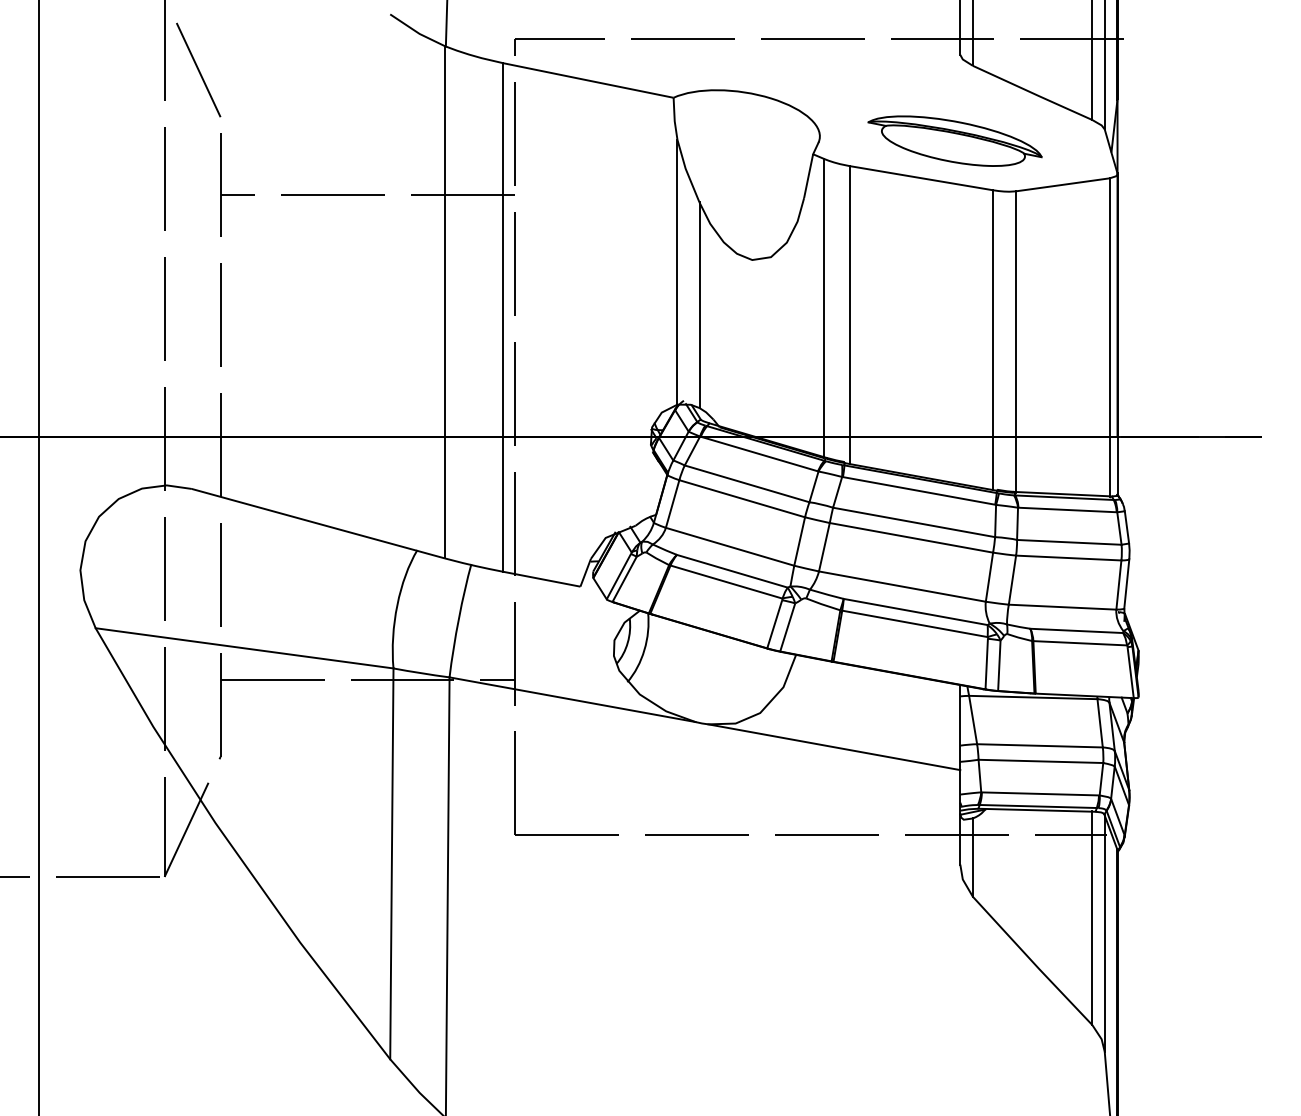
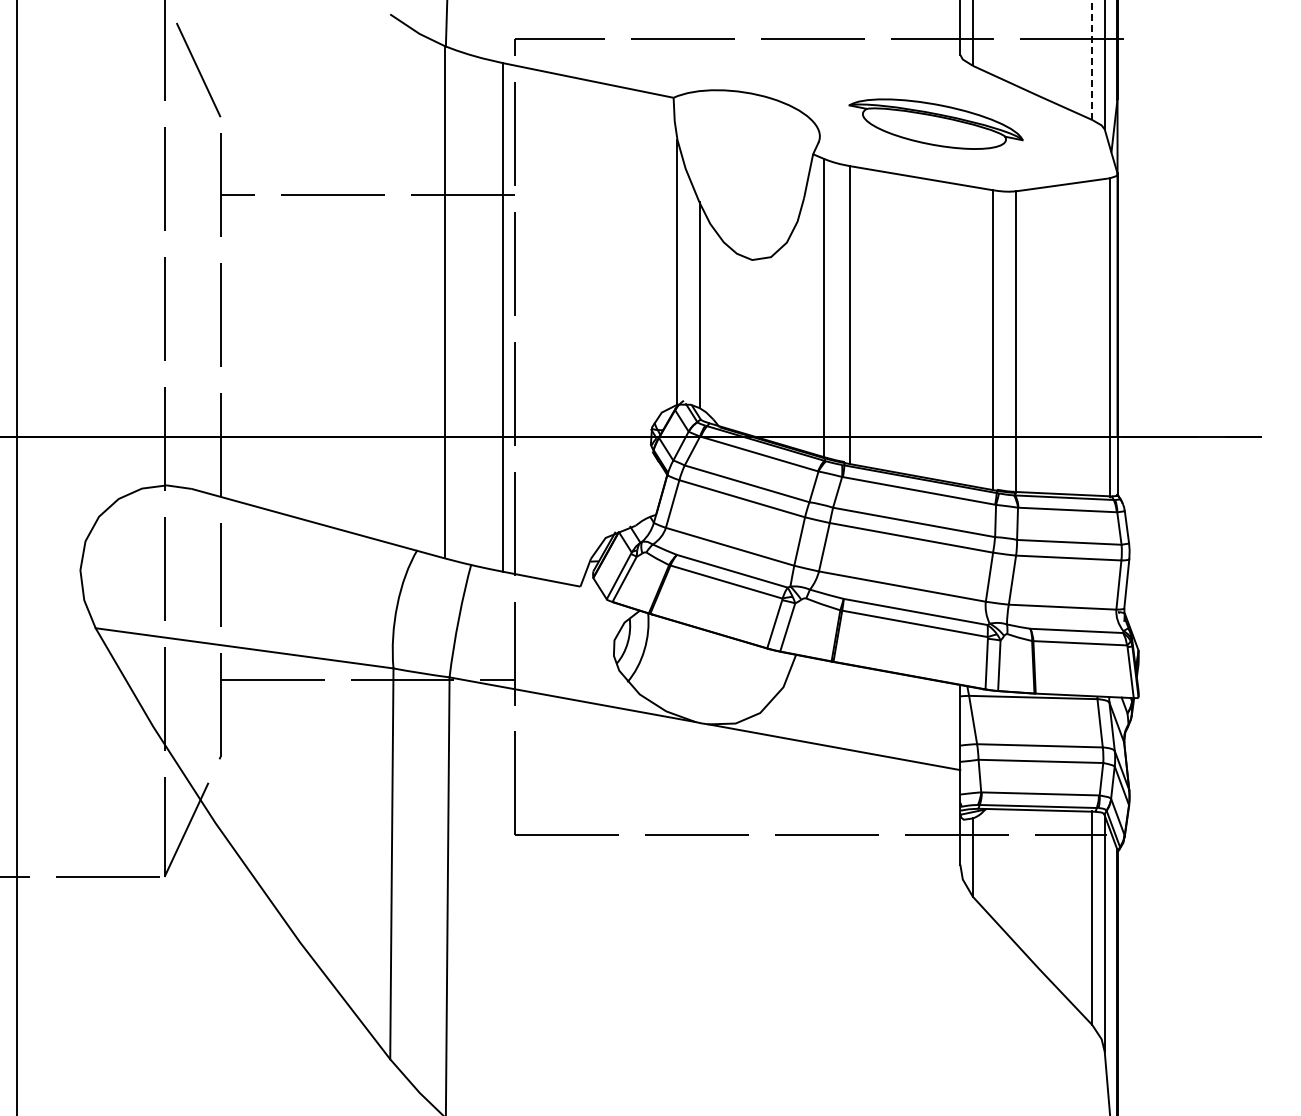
line at (1092, 60): solid -> dashed
part at (954, 140) position: (954, 140) -> (935, 123)
line at (39, 557) position: (39, 557) -> (17, 557)
